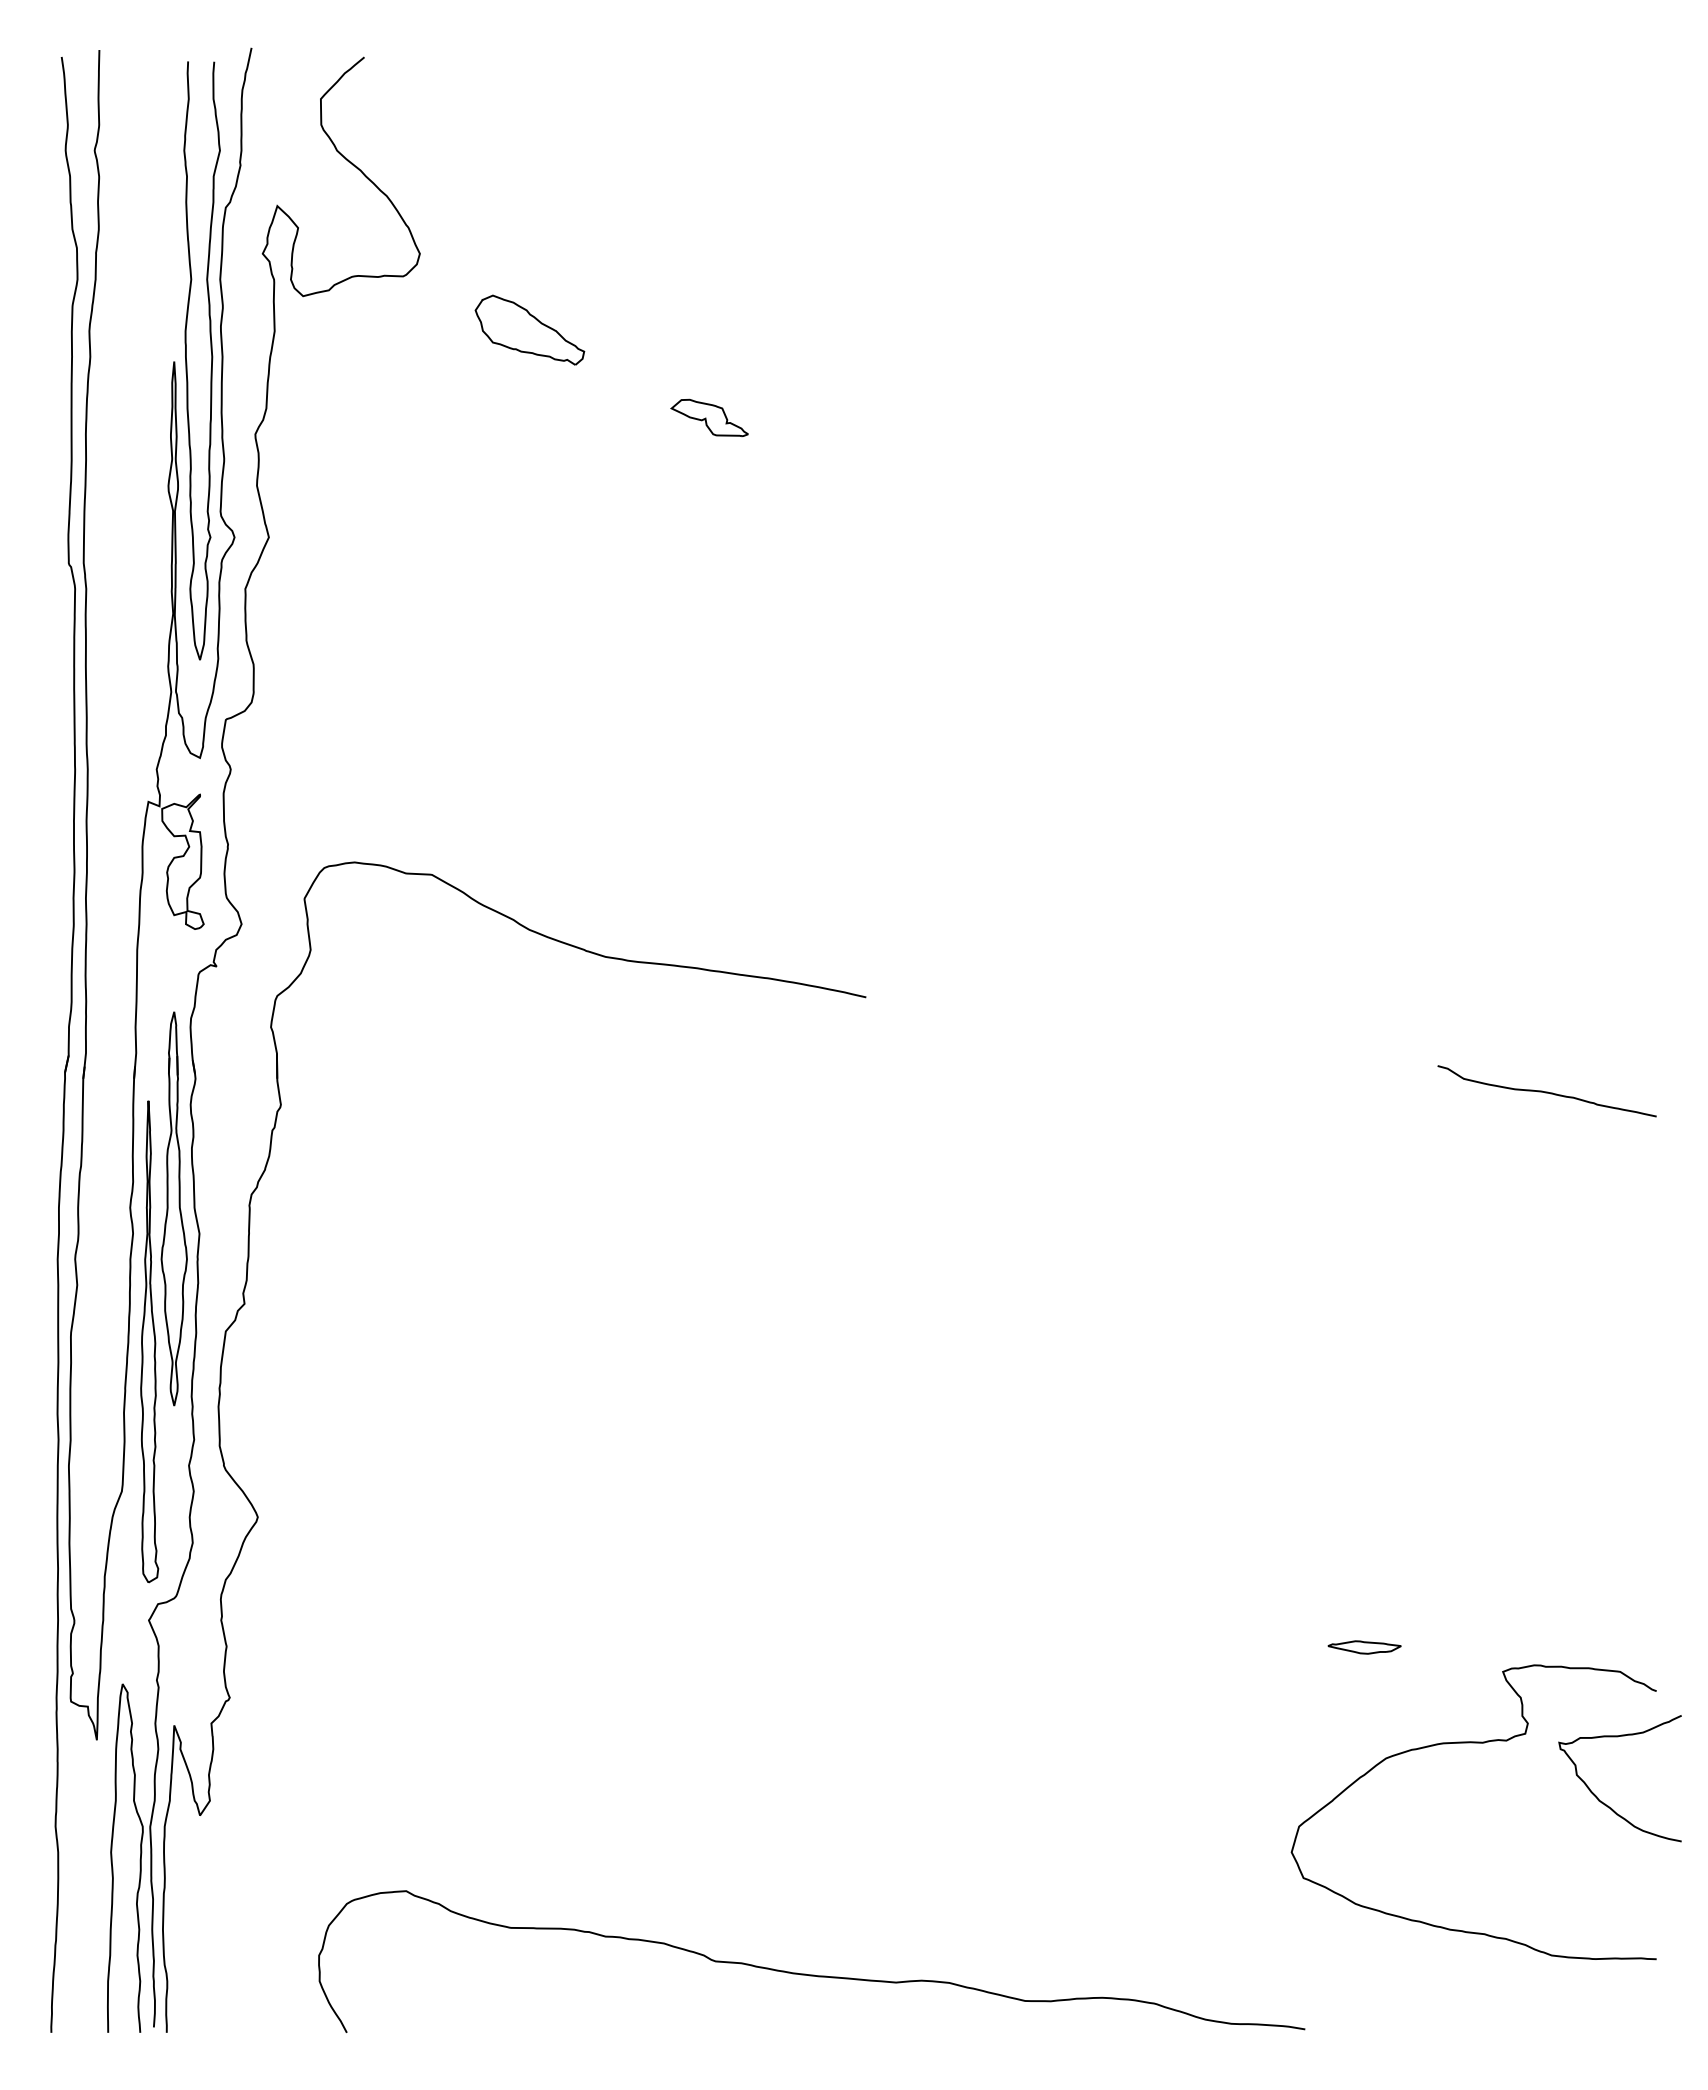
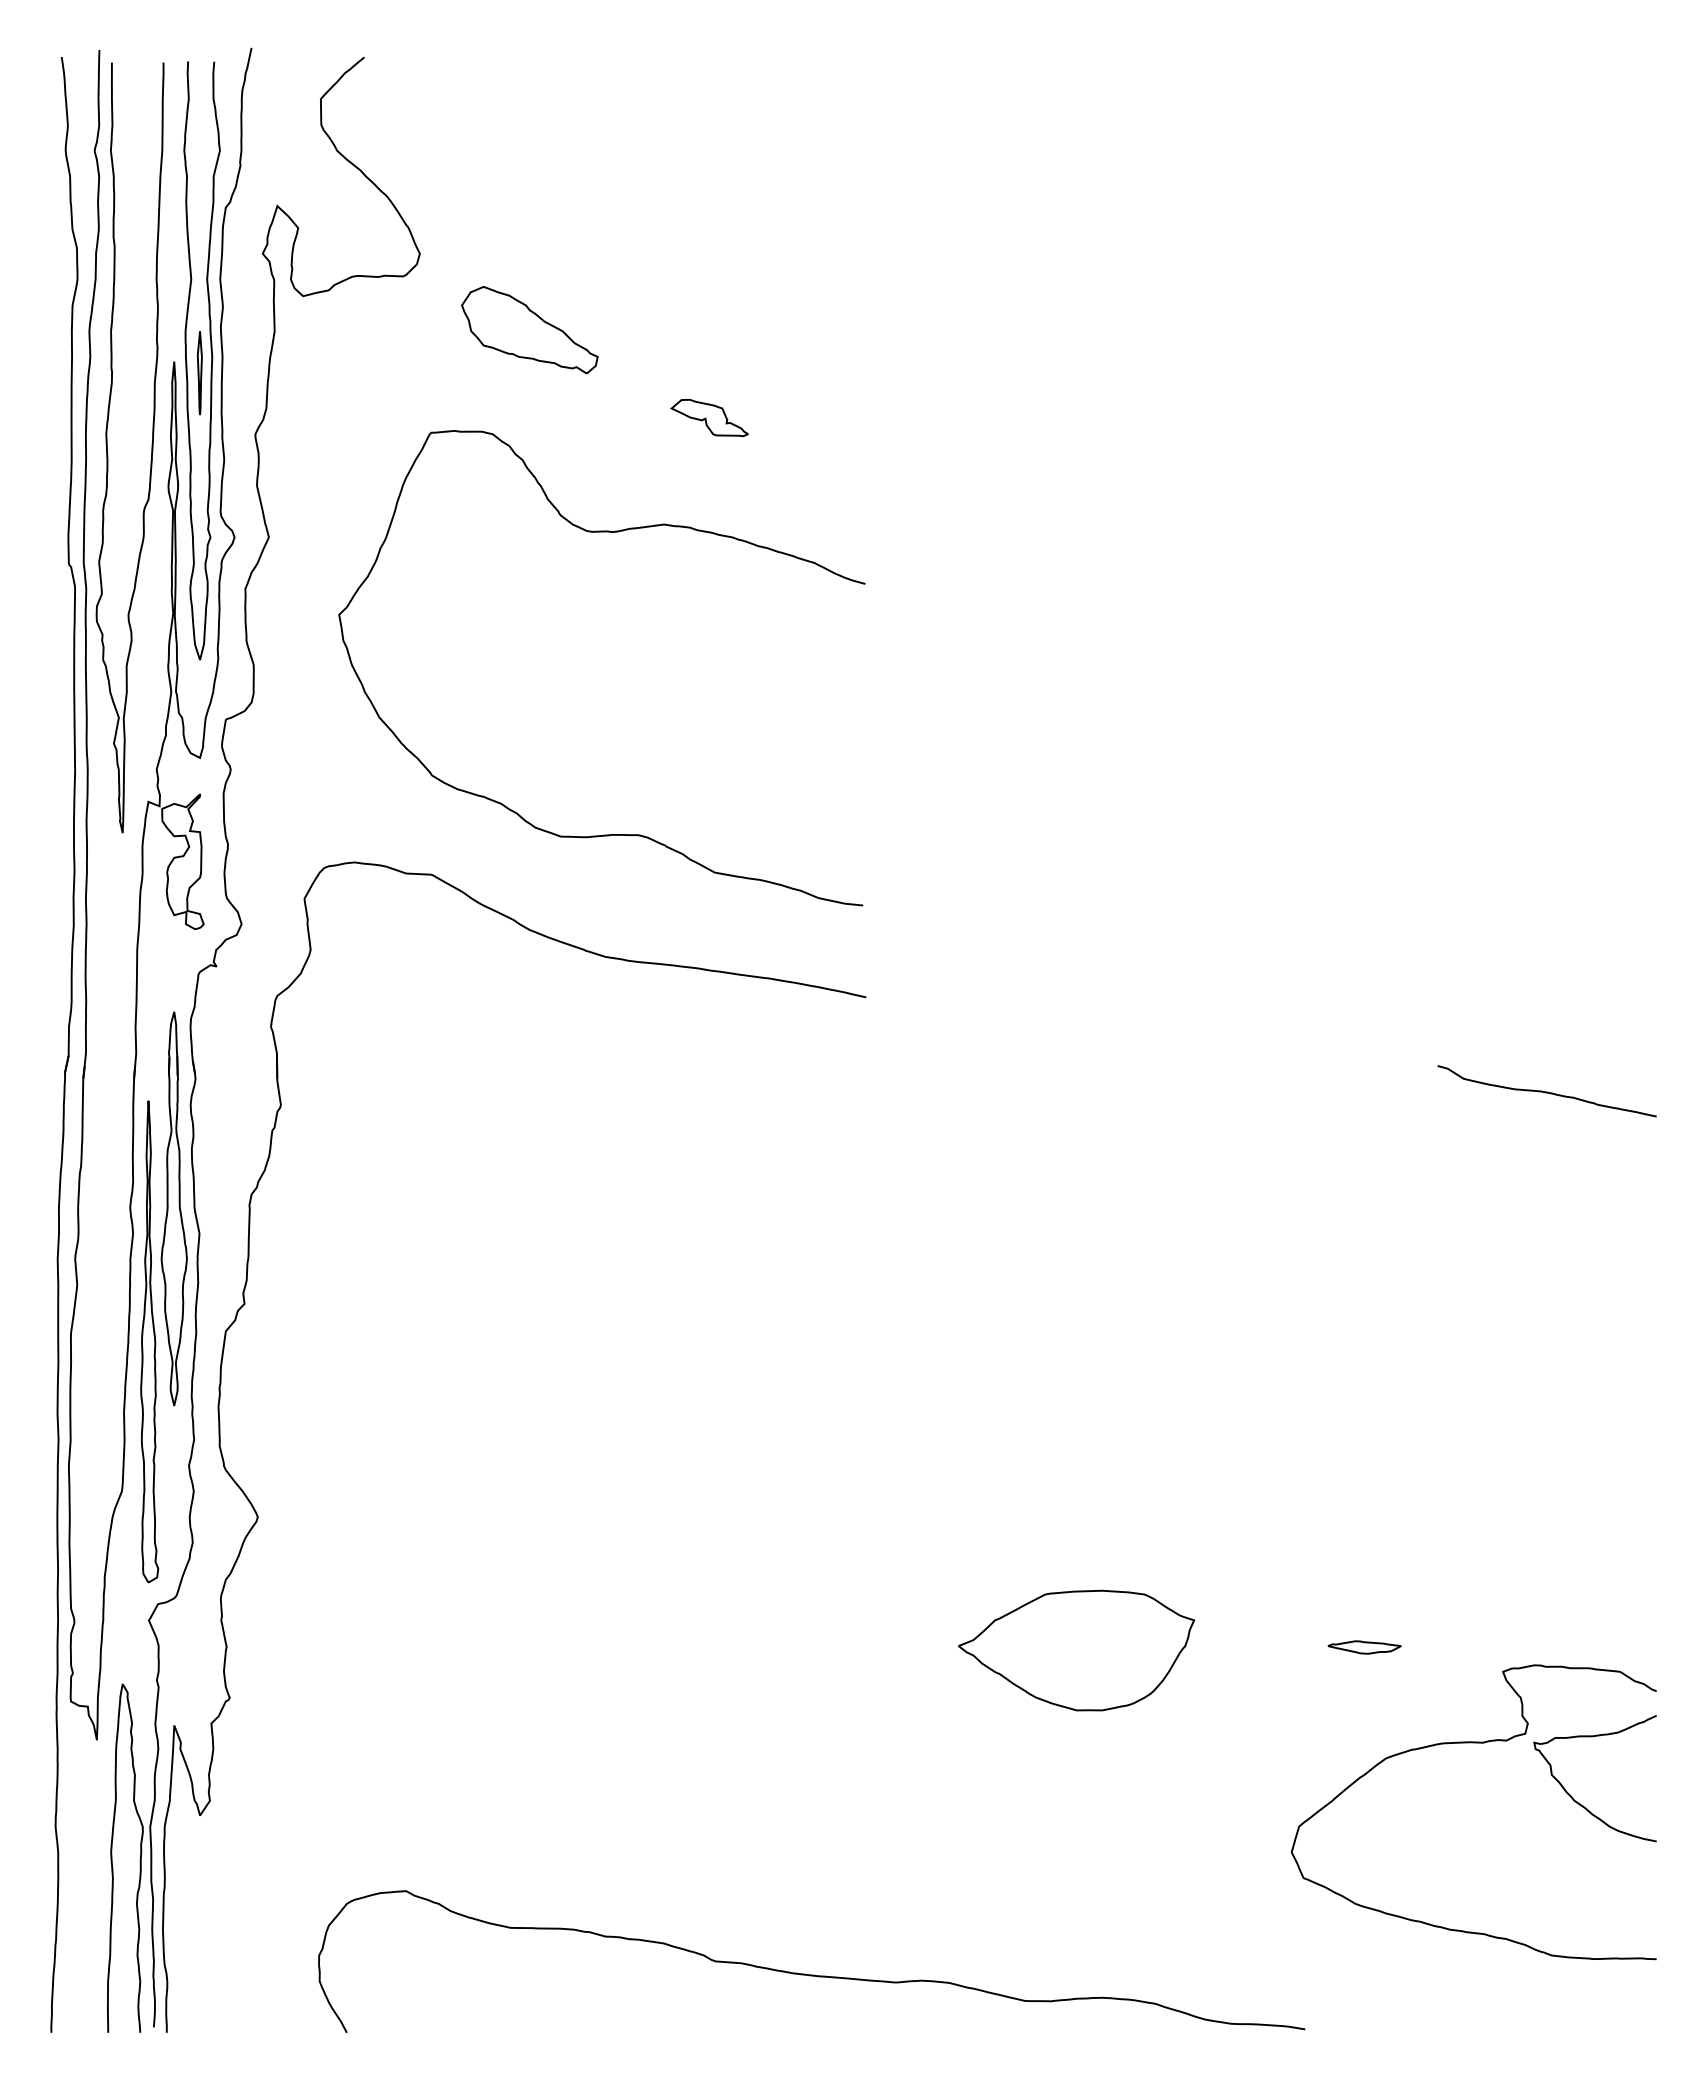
part at (529, 329) size: 112x72 px -> 138x89 px
part at (199, 373): none -> present
curve at (107, 447): none -> present
curve at (601, 532): none -> present
part at (1076, 1650): none -> present
curve at (1597, 1796) position: (1597, 1796) -> (1572, 1796)
